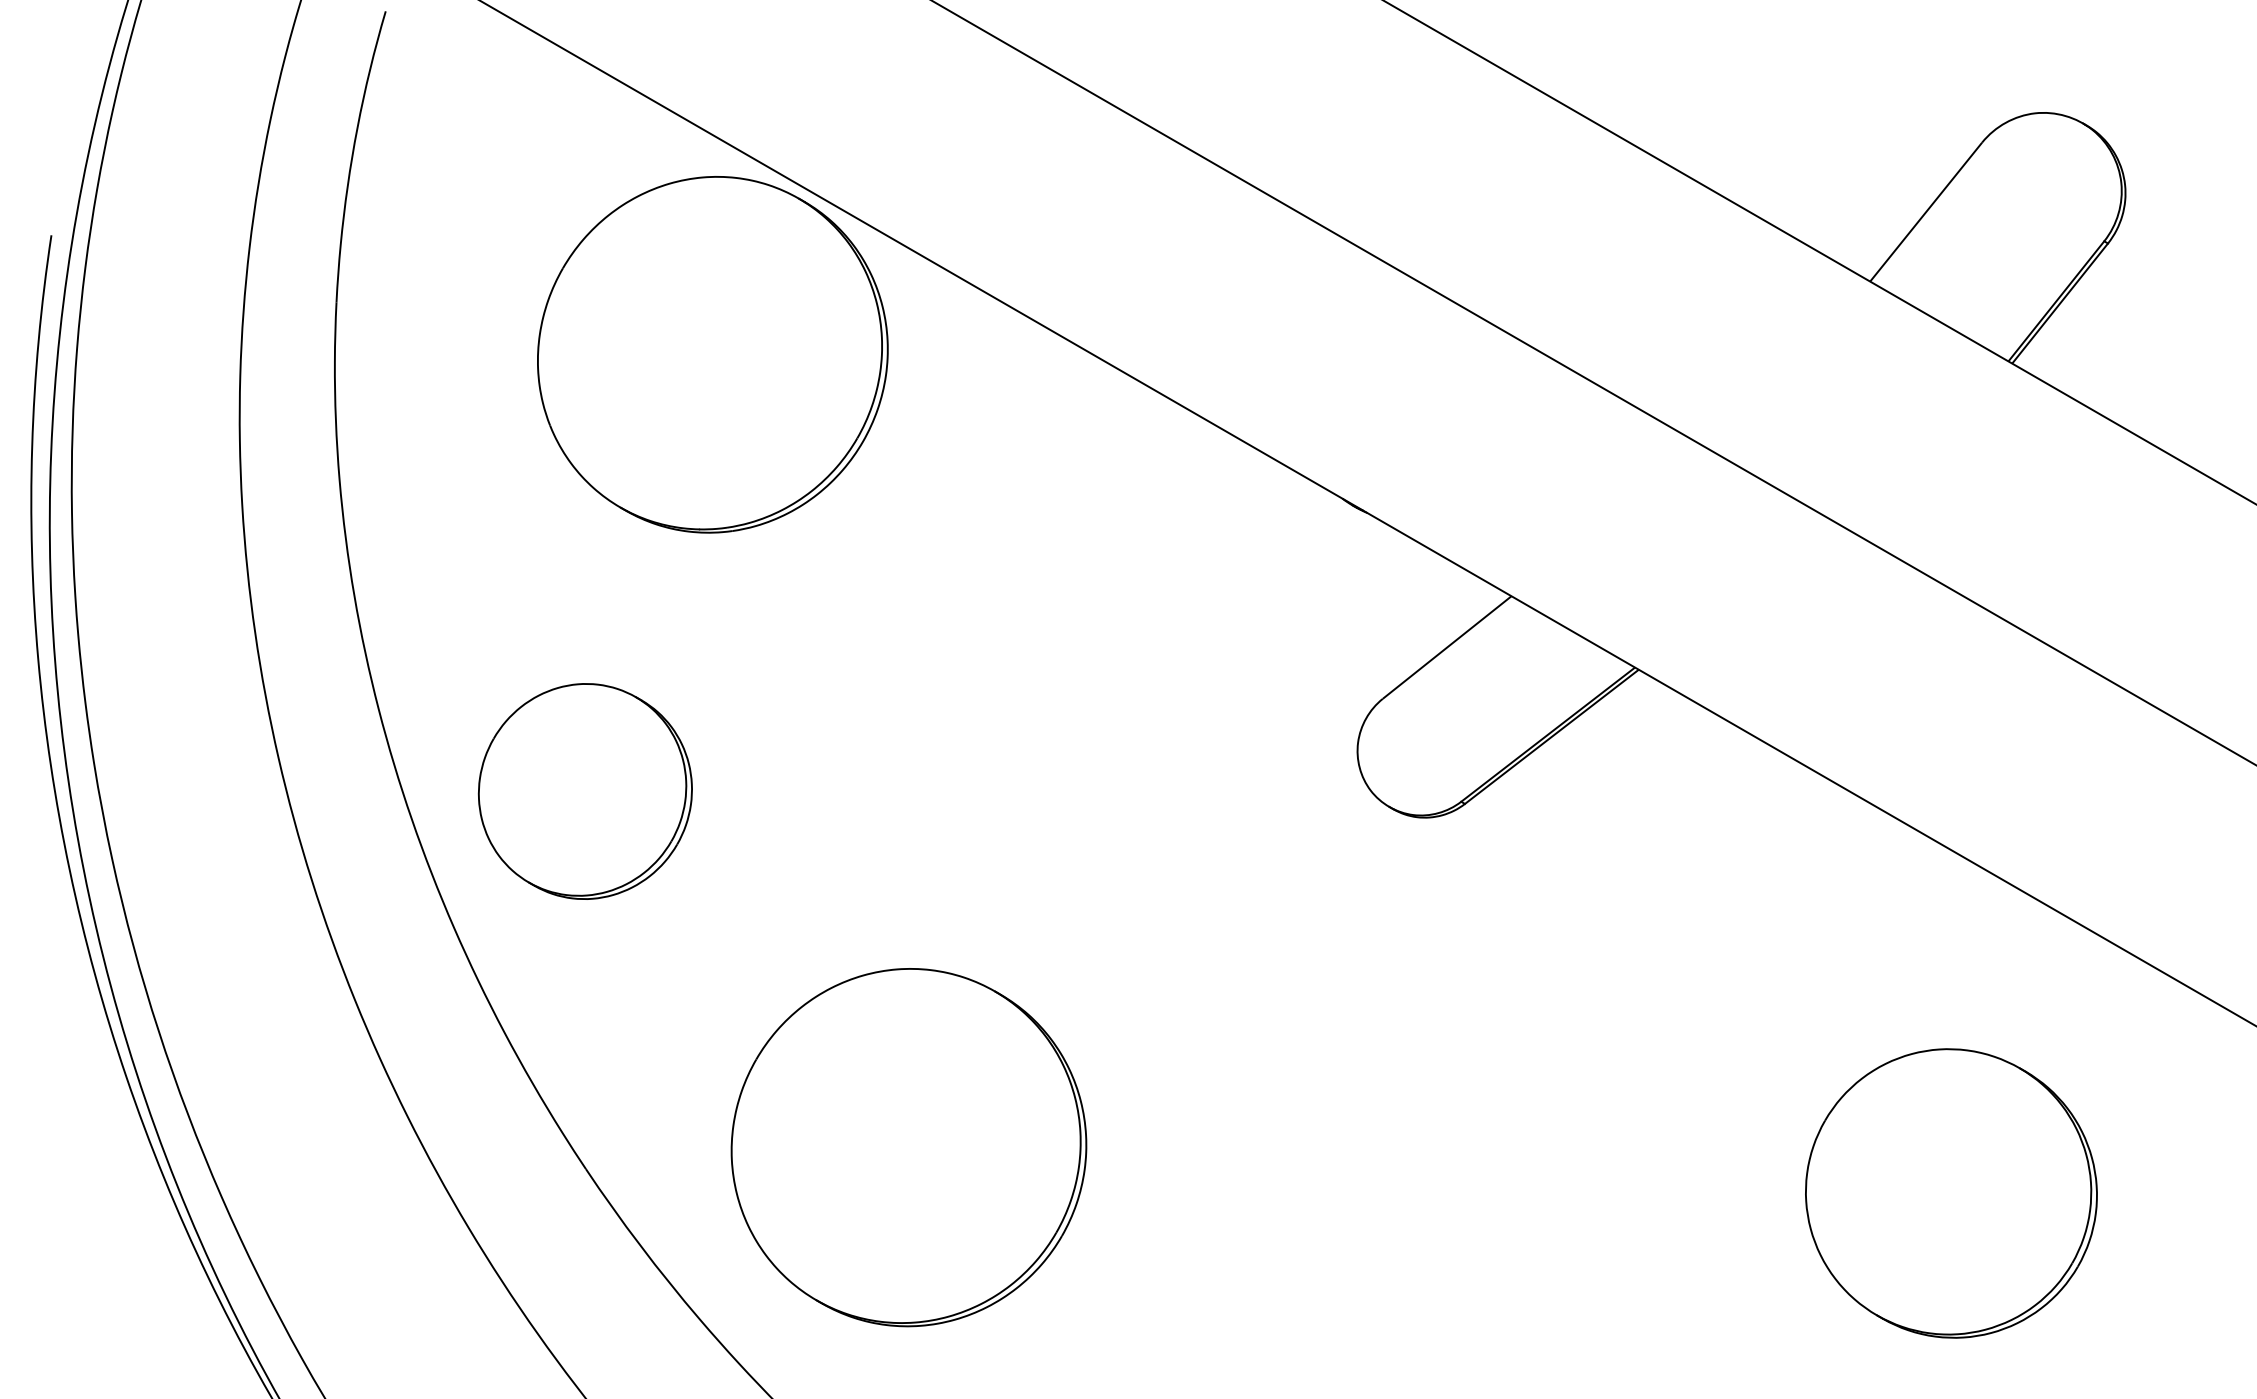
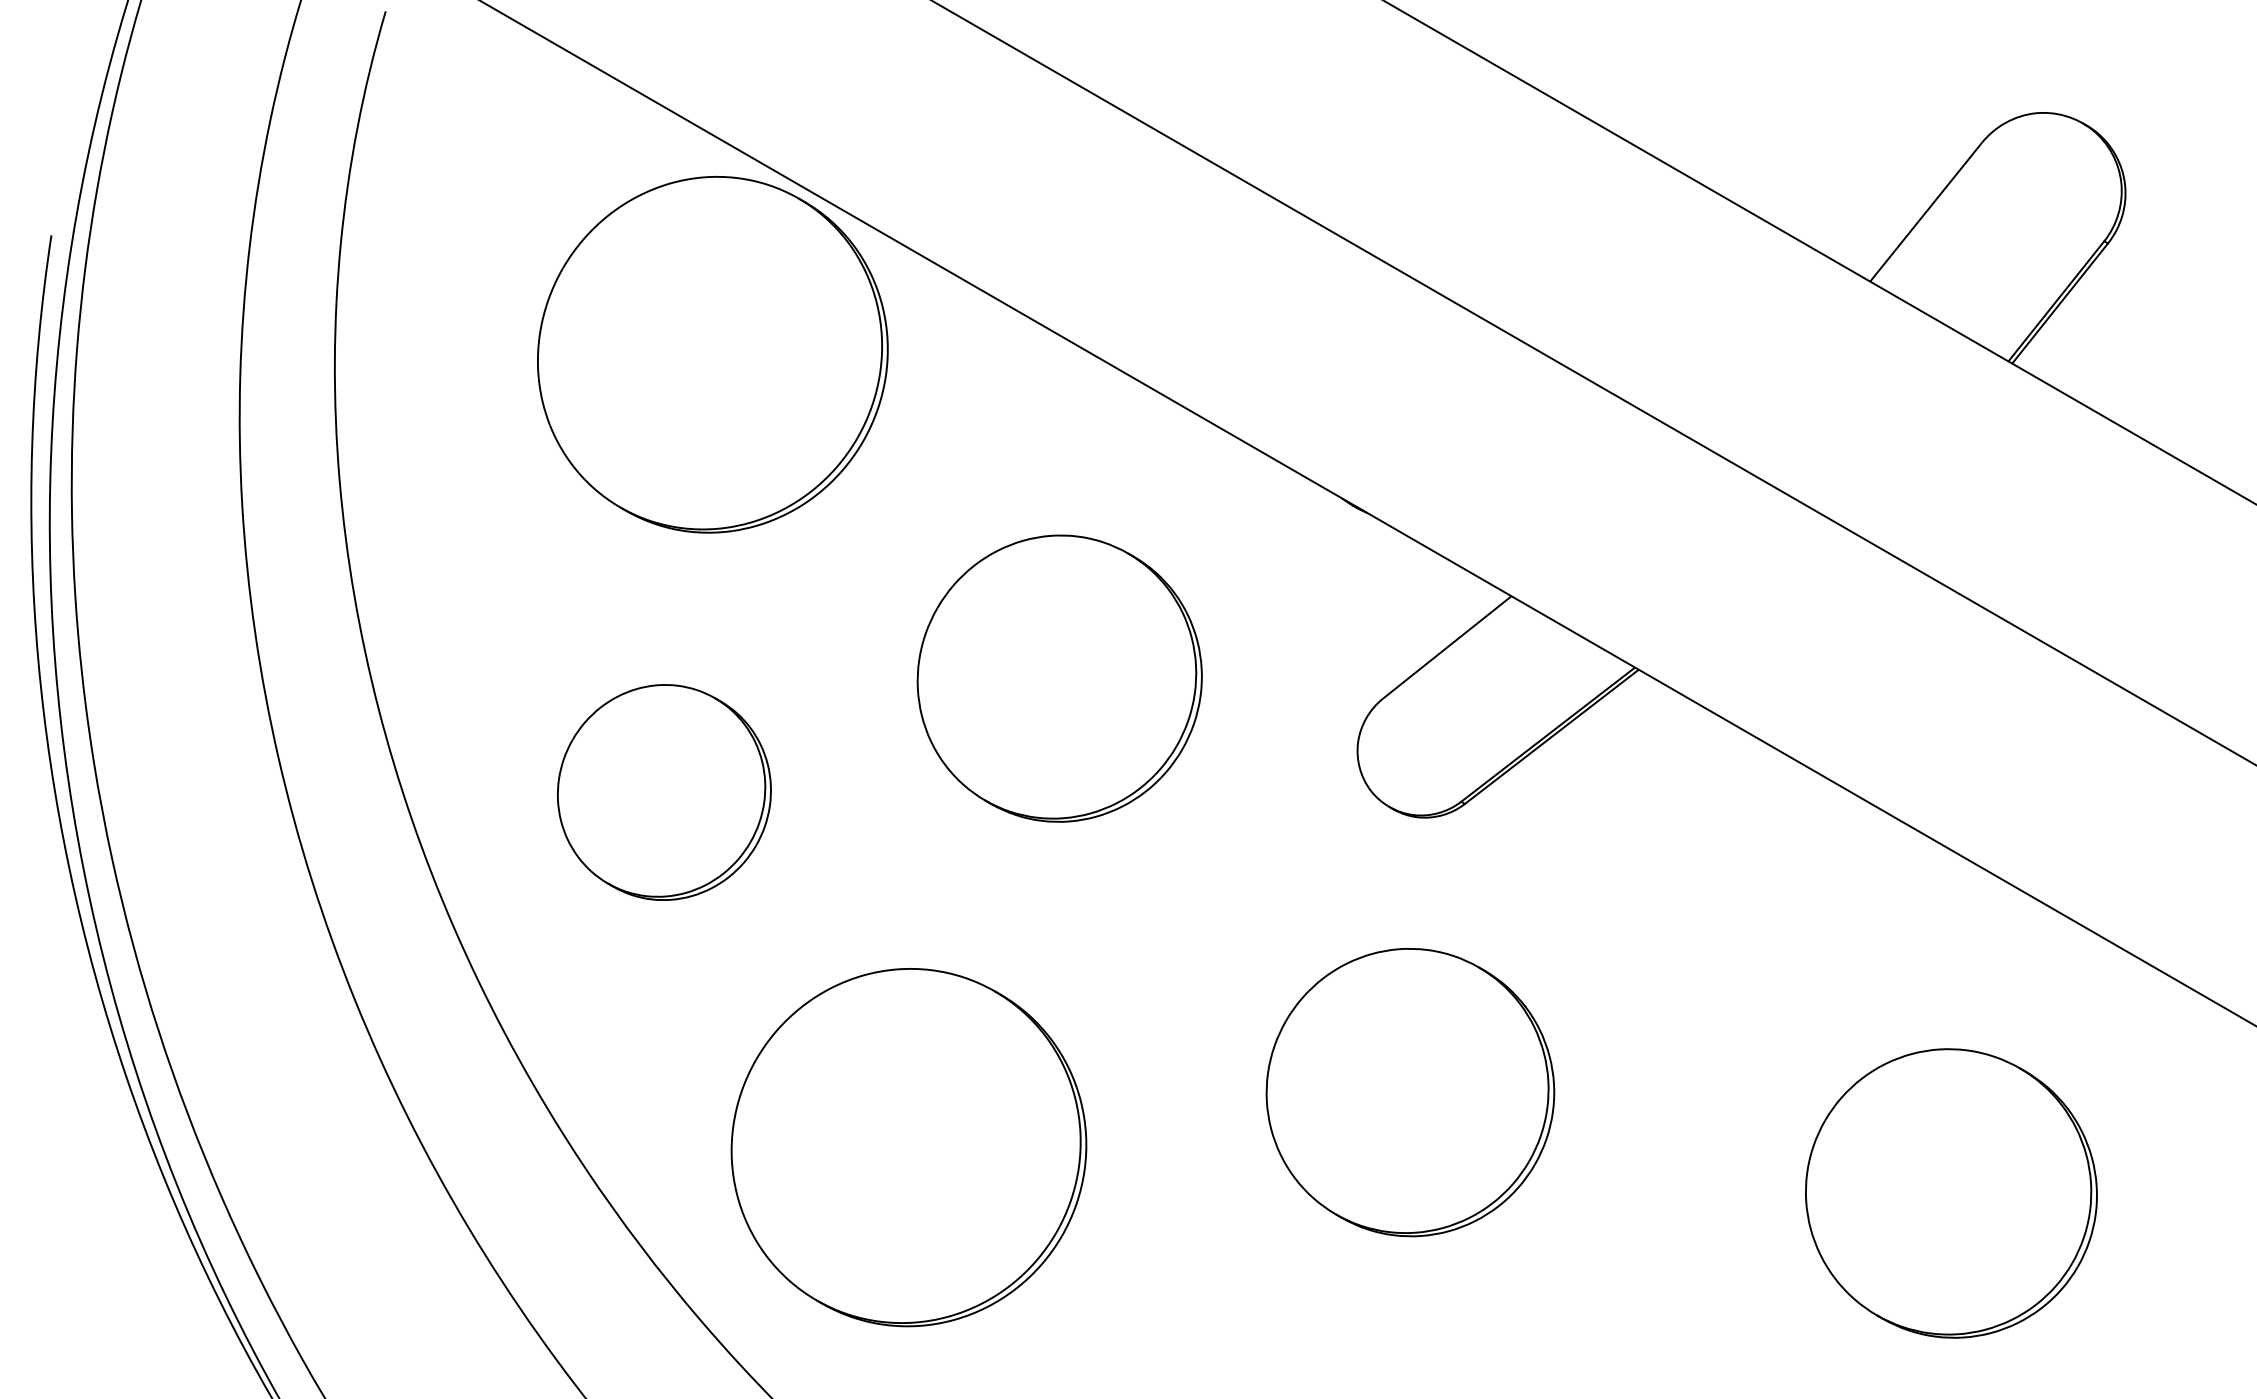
part at (1059, 678): none -> present
part at (584, 791) position: (584, 791) -> (663, 792)
part at (1410, 1092): none -> present
